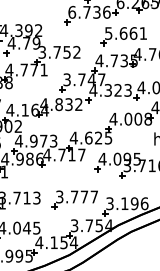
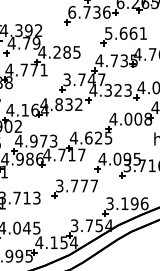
text at (59, 51): 3.752 -> 4.285
part at (74, 199) position: (74, 199) -> (74, 188)
